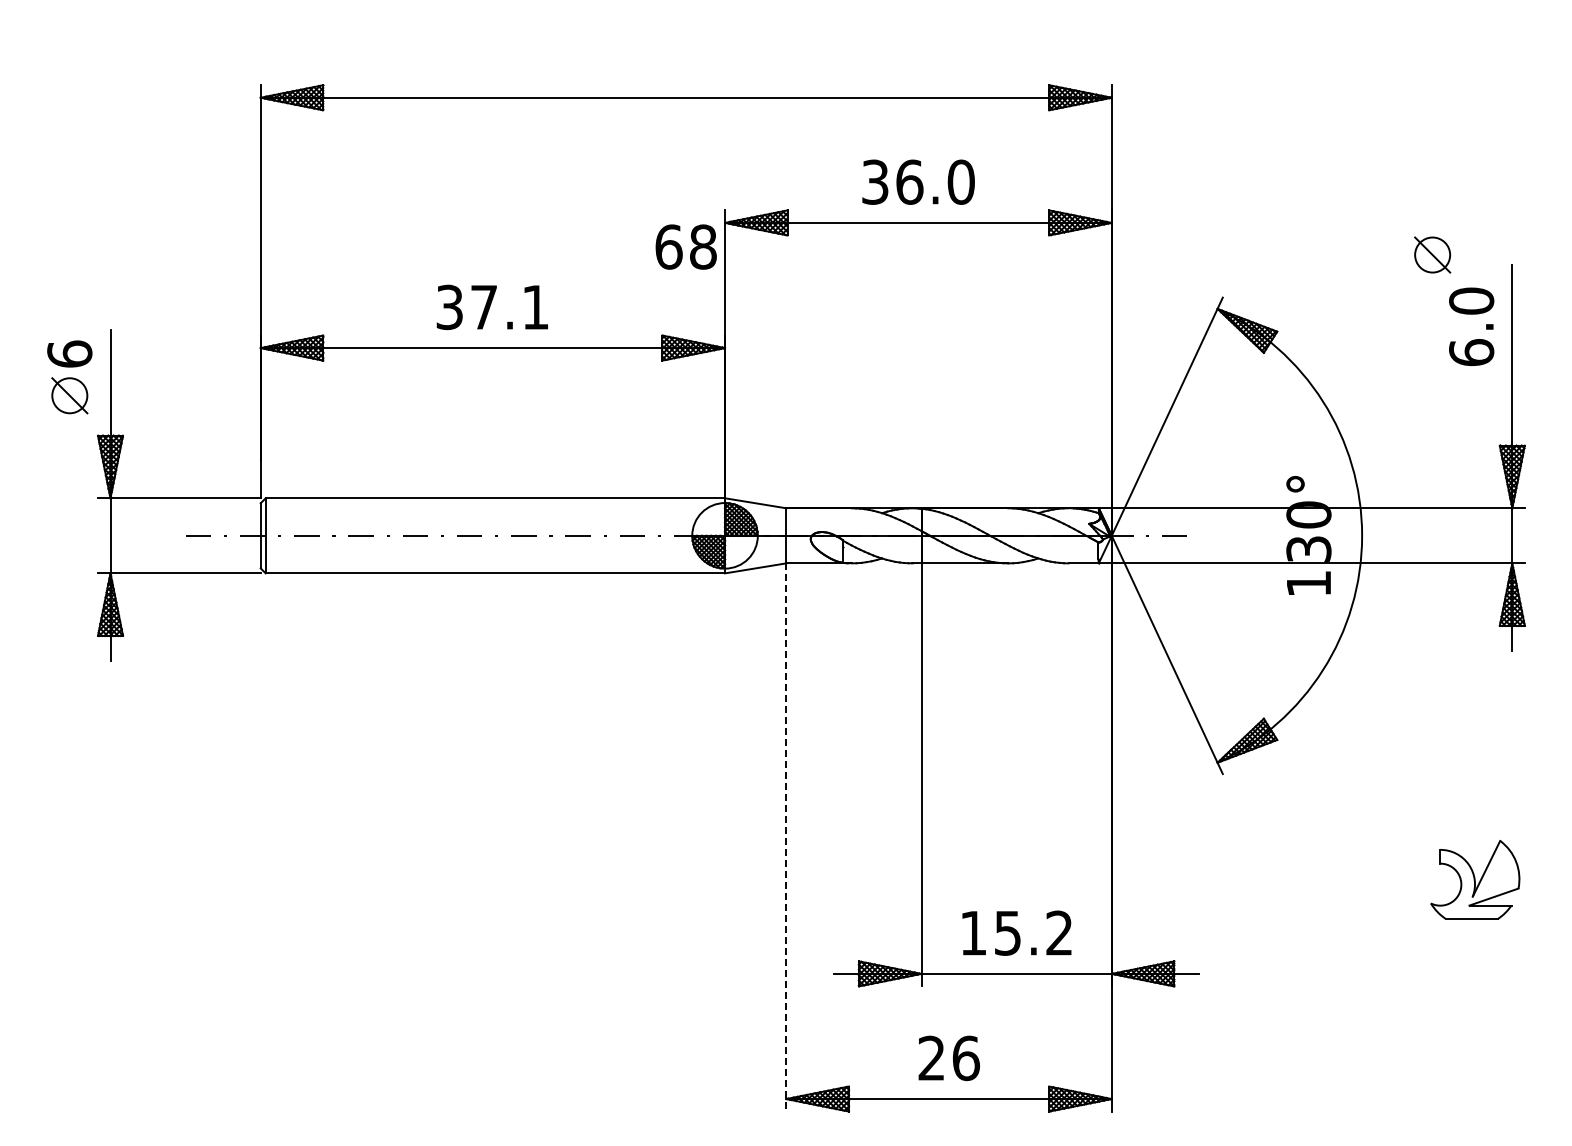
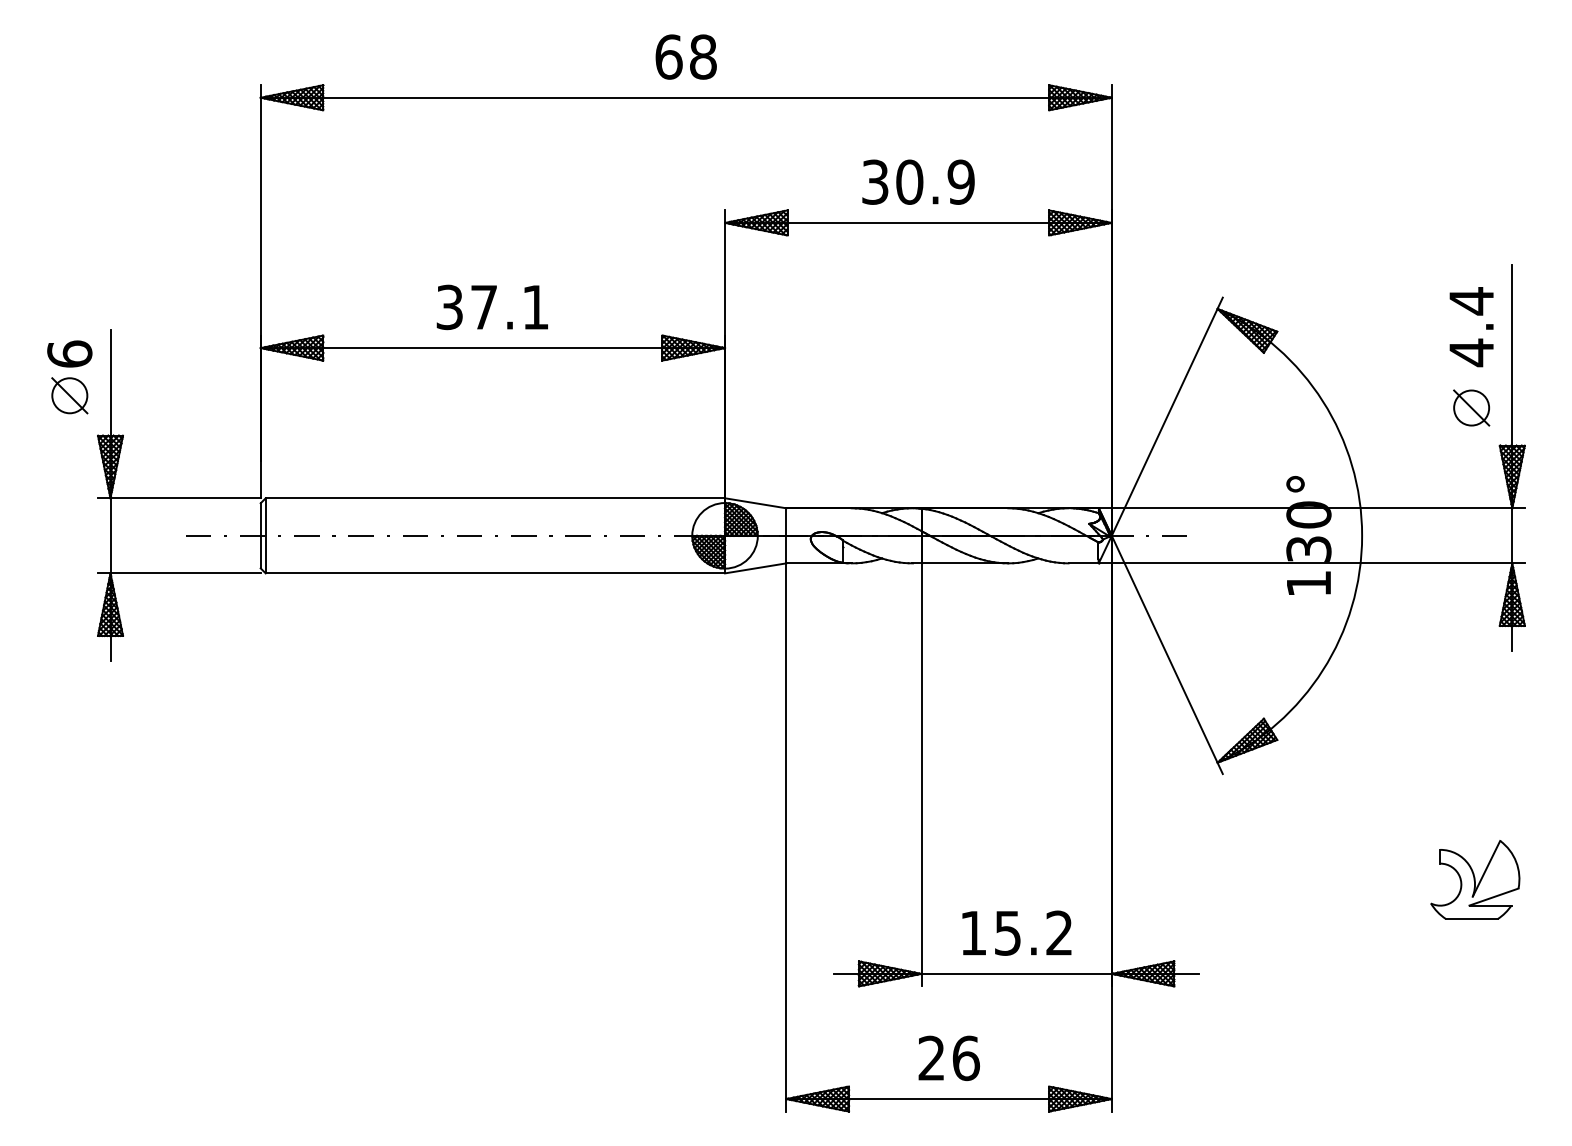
text at (935, 181): 36.0 -> 30.9
text at (685, 246) position: (685, 246) -> (685, 56)
part at (1432, 254) position: (1432, 254) -> (1471, 407)
text at (1471, 327): 6.0 -> 4.4
line at (786, 837): dashed -> solid
